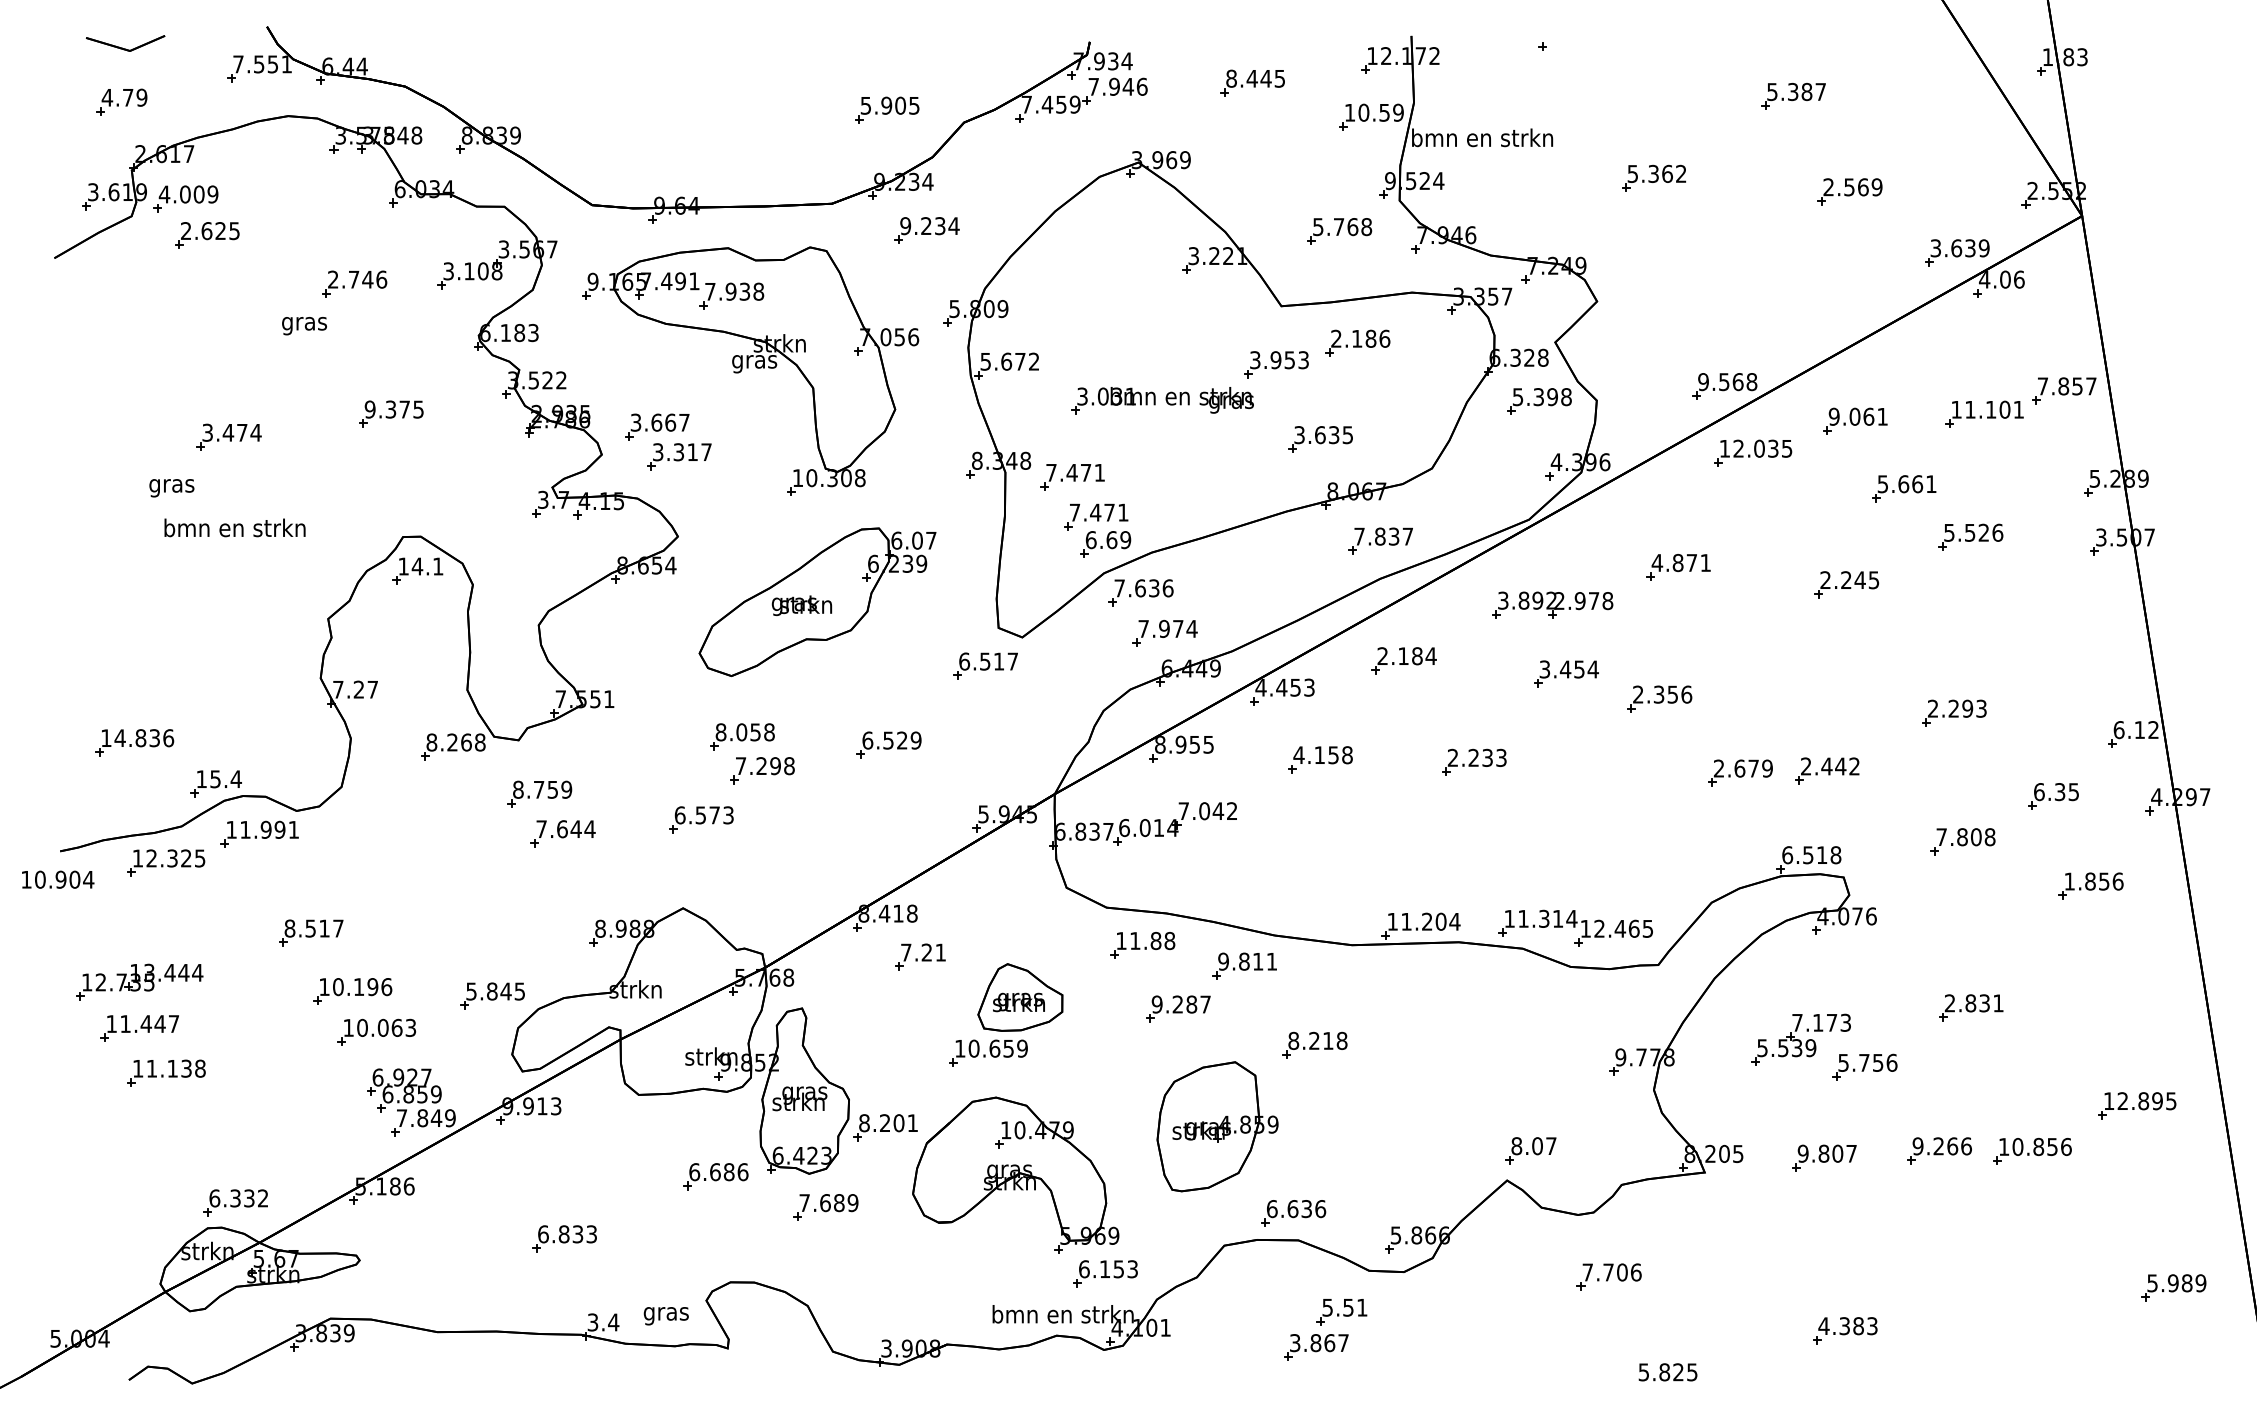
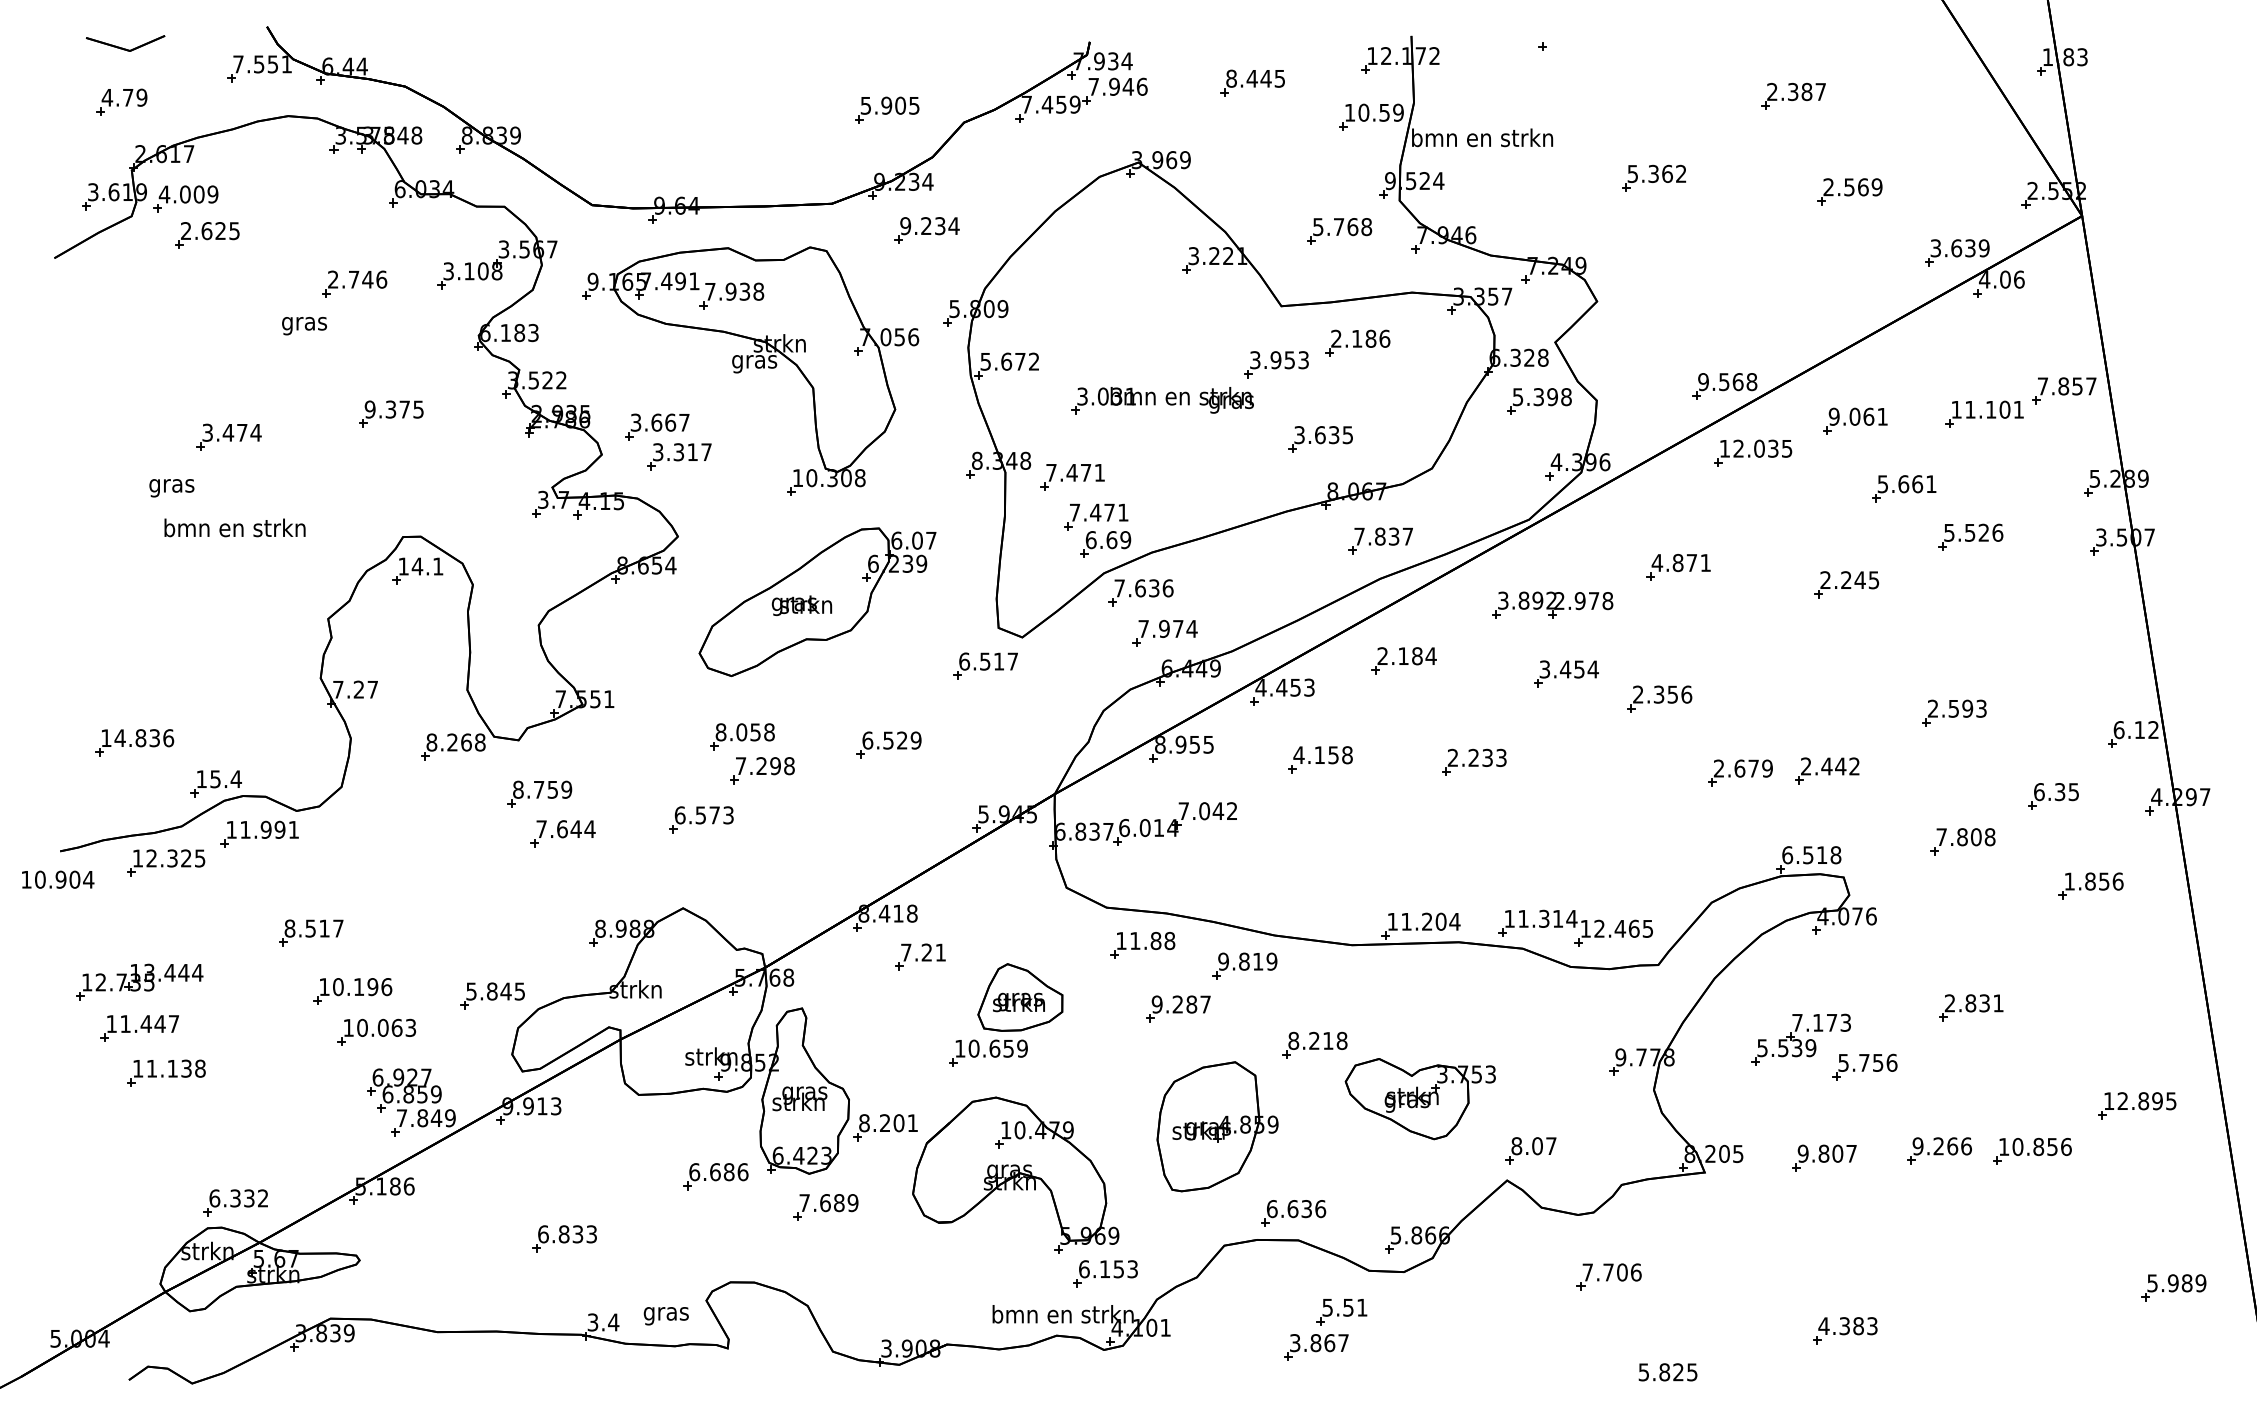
text at (1772, 91): 5.387 -> 2.387
text at (1953, 708): 2.293 -> 2.593
text at (1271, 961): 9.811 -> 9.819
part at (1419, 1099): none -> present
